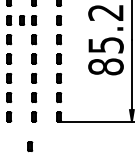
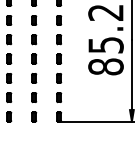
part at (22, 20): present -> none
part at (30, 146): present -> none
